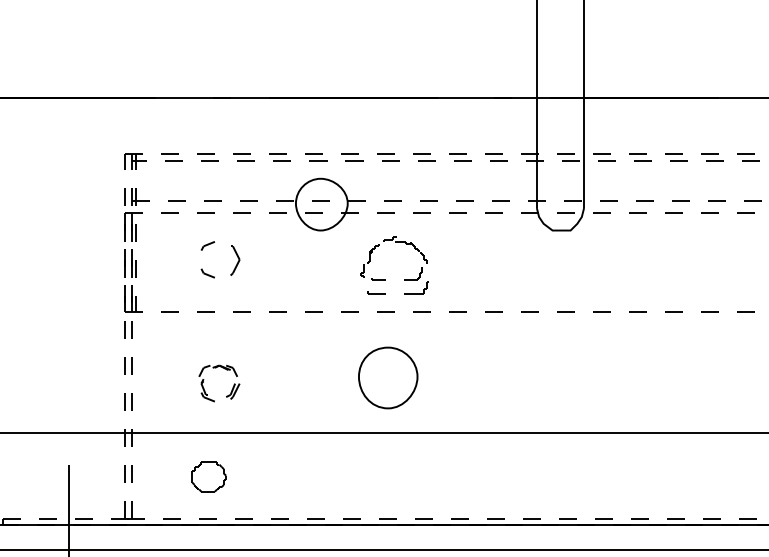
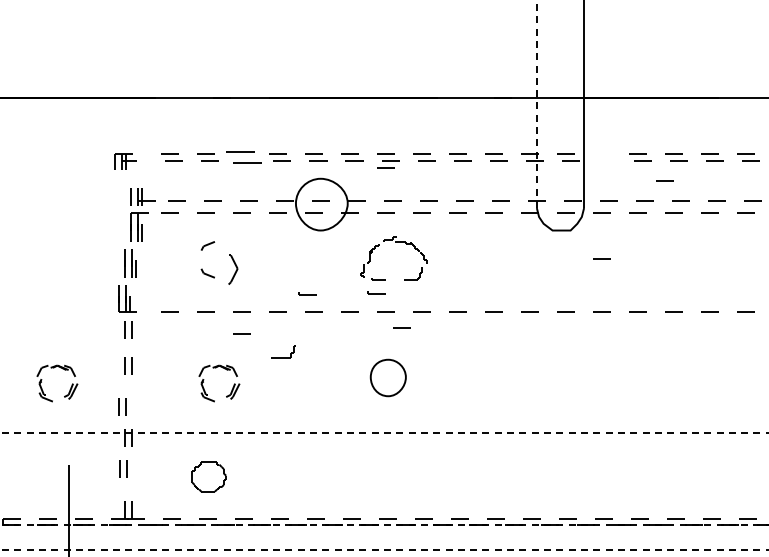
line at (536, 104): solid -> dashed
part at (243, 157) size: 22x9 px -> 36x13 px
part at (604, 157): present -> none
part at (135, 161) position: (135, 161) -> (125, 161)
line at (385, 167): none -> present
line at (664, 180): none -> present
part at (136, 214) position: (136, 214) -> (142, 214)
line at (601, 258): none -> present
part at (235, 260) position: (235, 260) -> (233, 269)
part at (416, 287) position: (416, 287) -> (283, 351)
part at (307, 293): none -> present
part at (133, 298) position: (133, 298) -> (127, 298)
line at (401, 327): none -> present
line at (241, 333): none -> present
part at (388, 377) size: 61x64 px -> 38x40 px
part at (69, 389): none -> present
part at (128, 401) position: (128, 401) -> (122, 406)
line at (384, 433): solid -> dashed
part at (128, 473) position: (128, 473) -> (123, 468)
line at (384, 525): solid -> dashed
line at (384, 550): solid -> dashed
